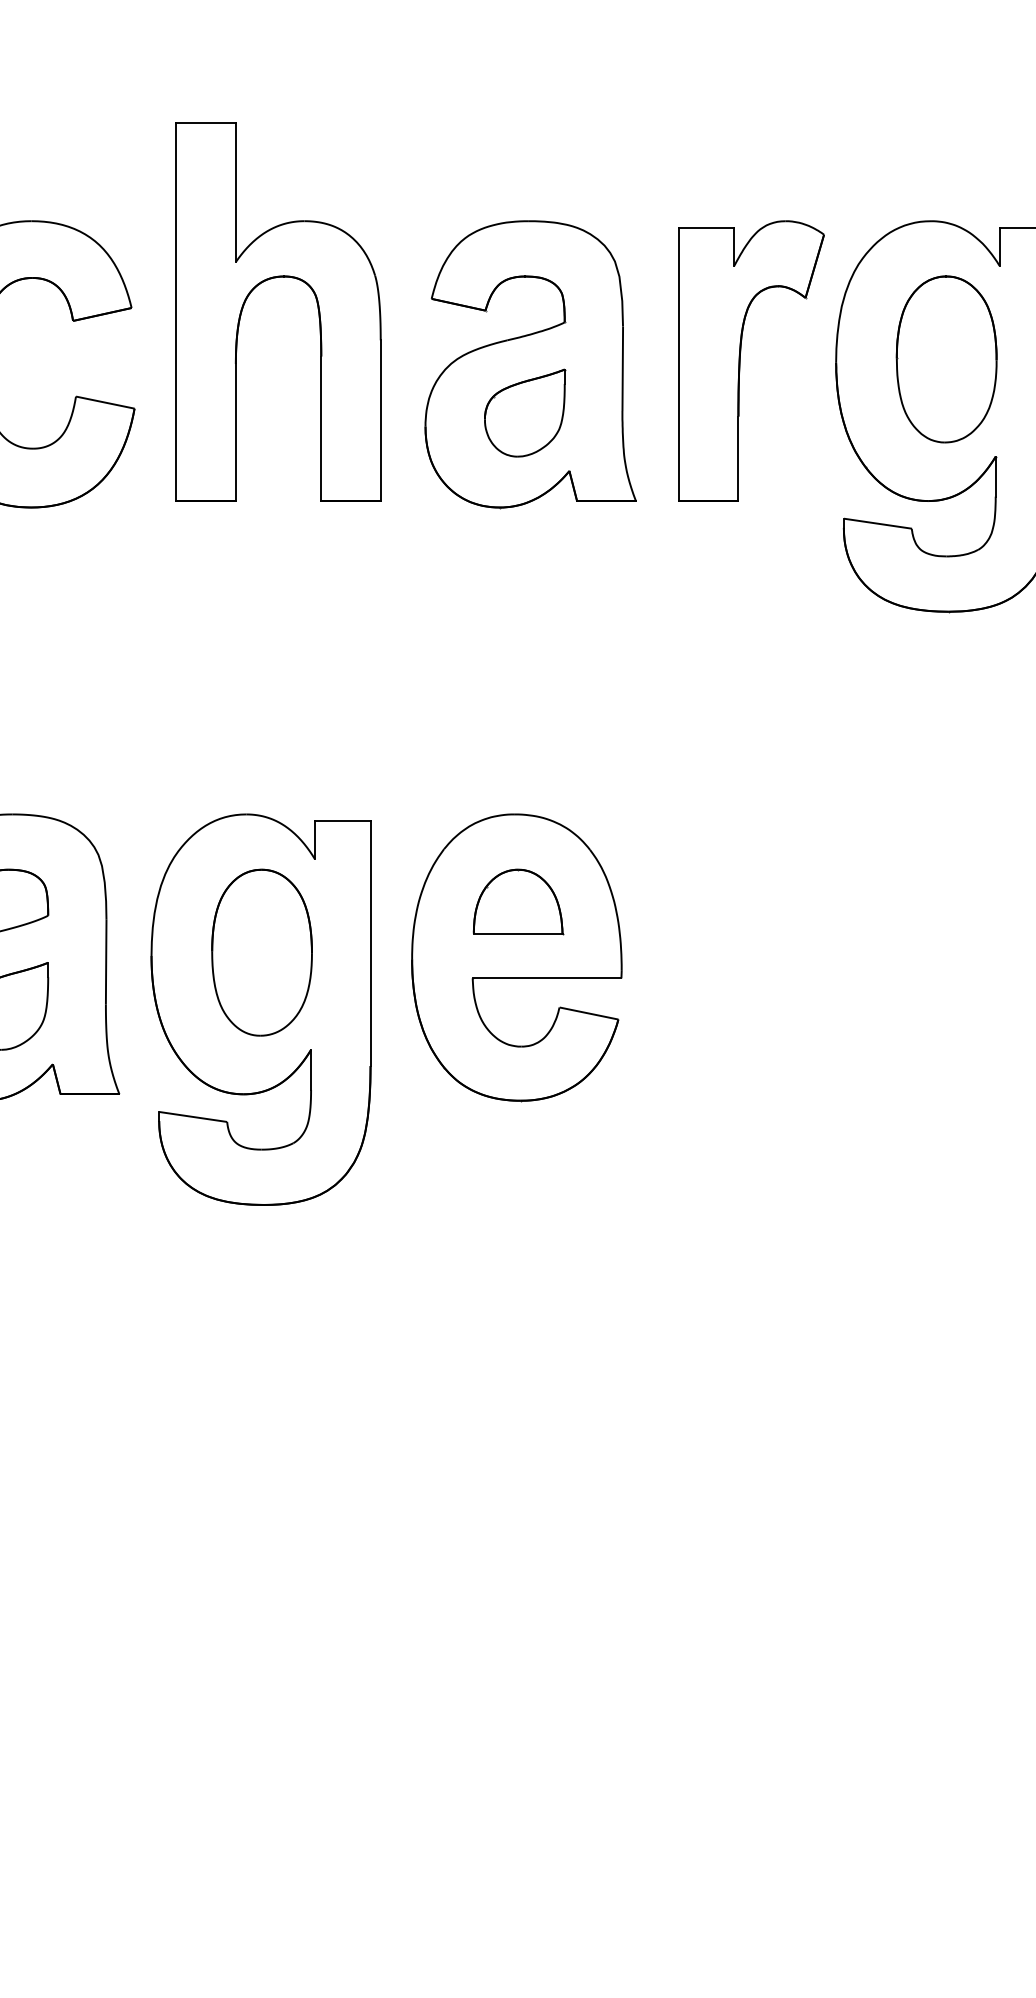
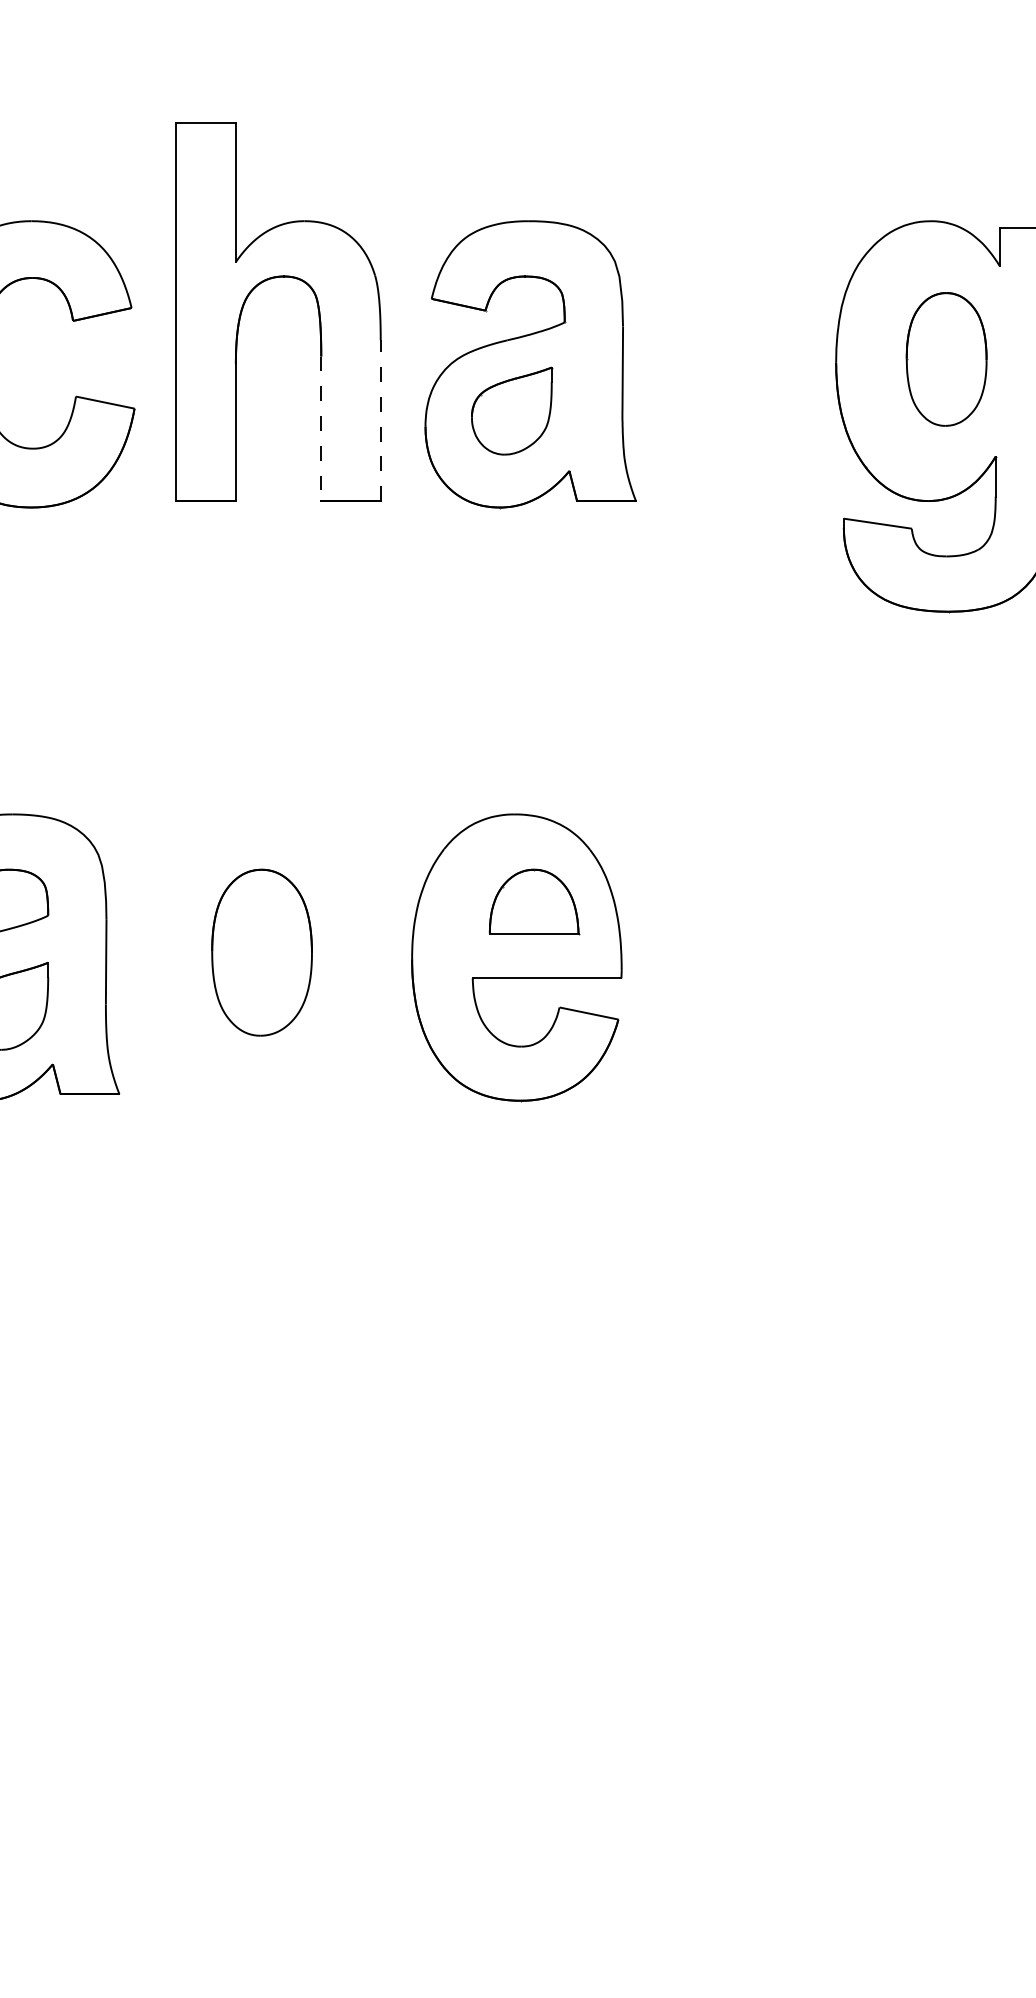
part at (946, 359) size: 103x169 px -> 83x135 px
part at (740, 360): present -> none
part at (525, 412) position: (525, 412) -> (512, 410)
line at (380, 420): solid -> dashed
line at (321, 429): solid -> dashed
part at (518, 901) position: (518, 901) -> (534, 901)
part at (260, 1009): present -> none
